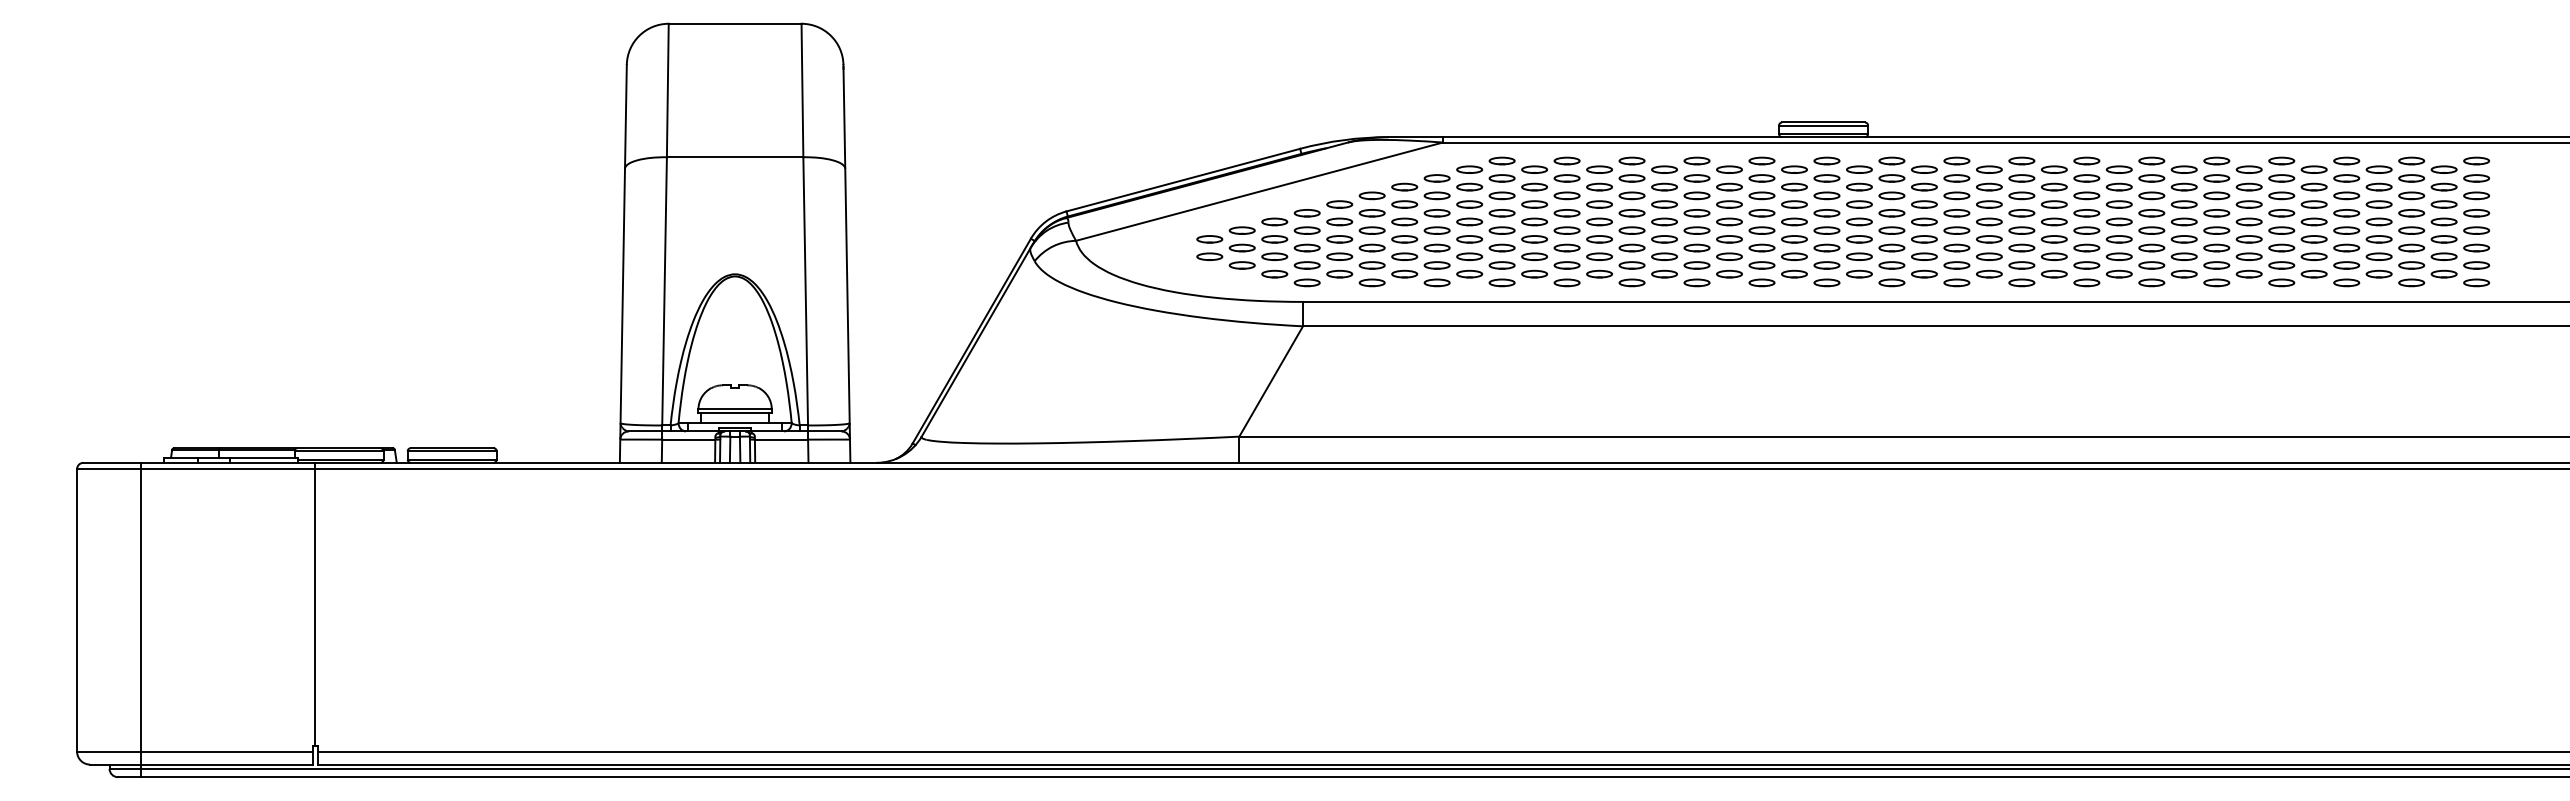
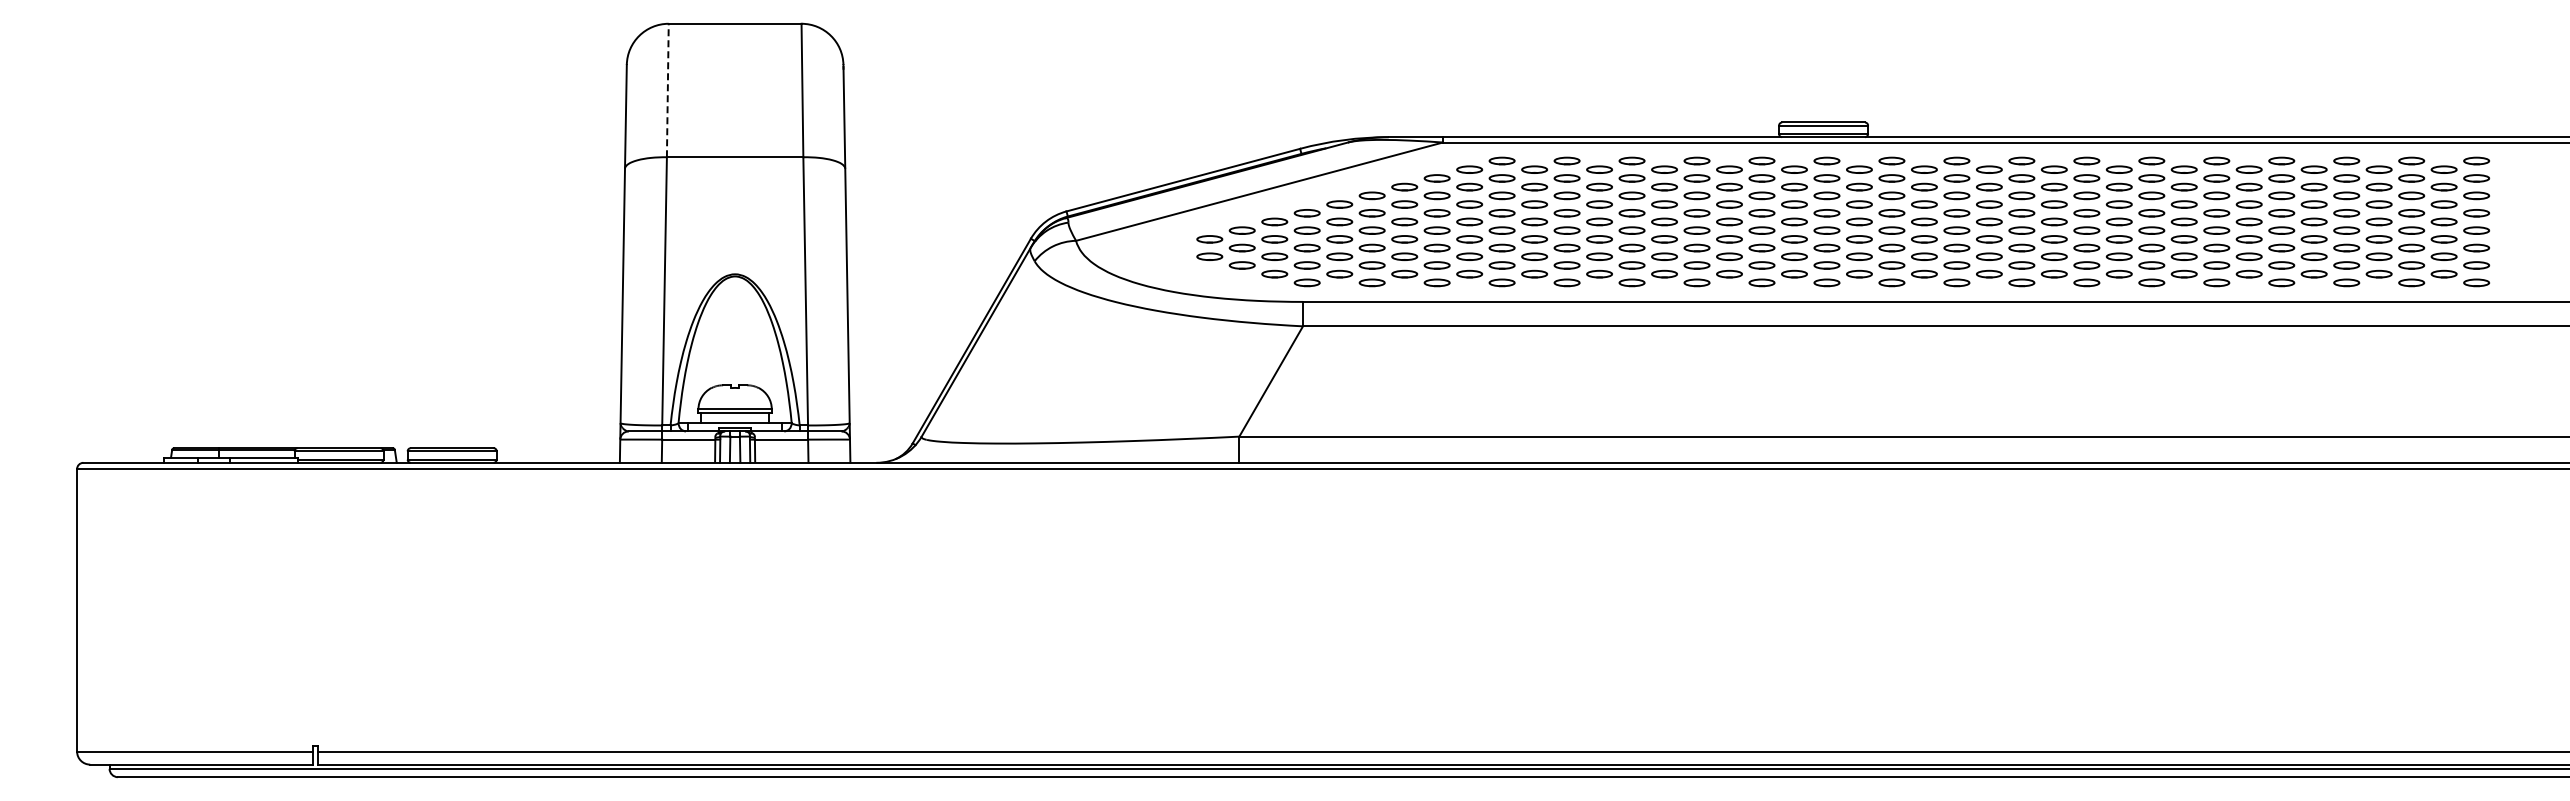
line at (667, 90): solid -> dashed
line at (315, 604): present -> none
line at (141, 619): present -> none
